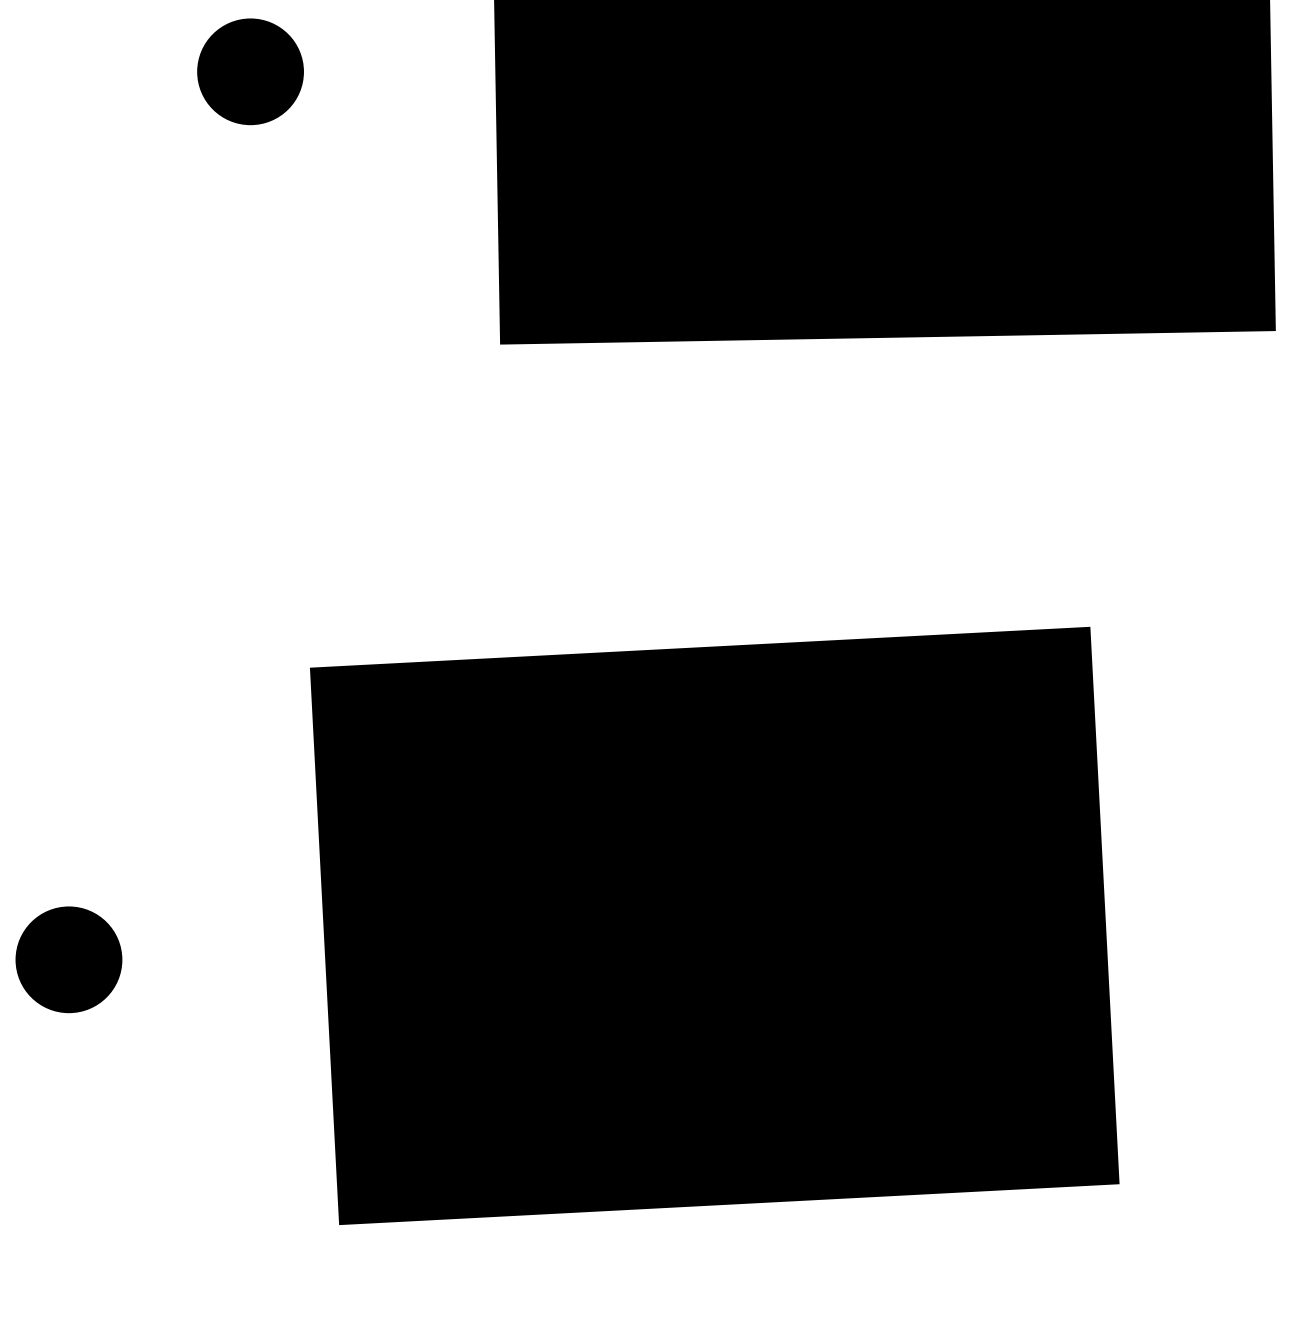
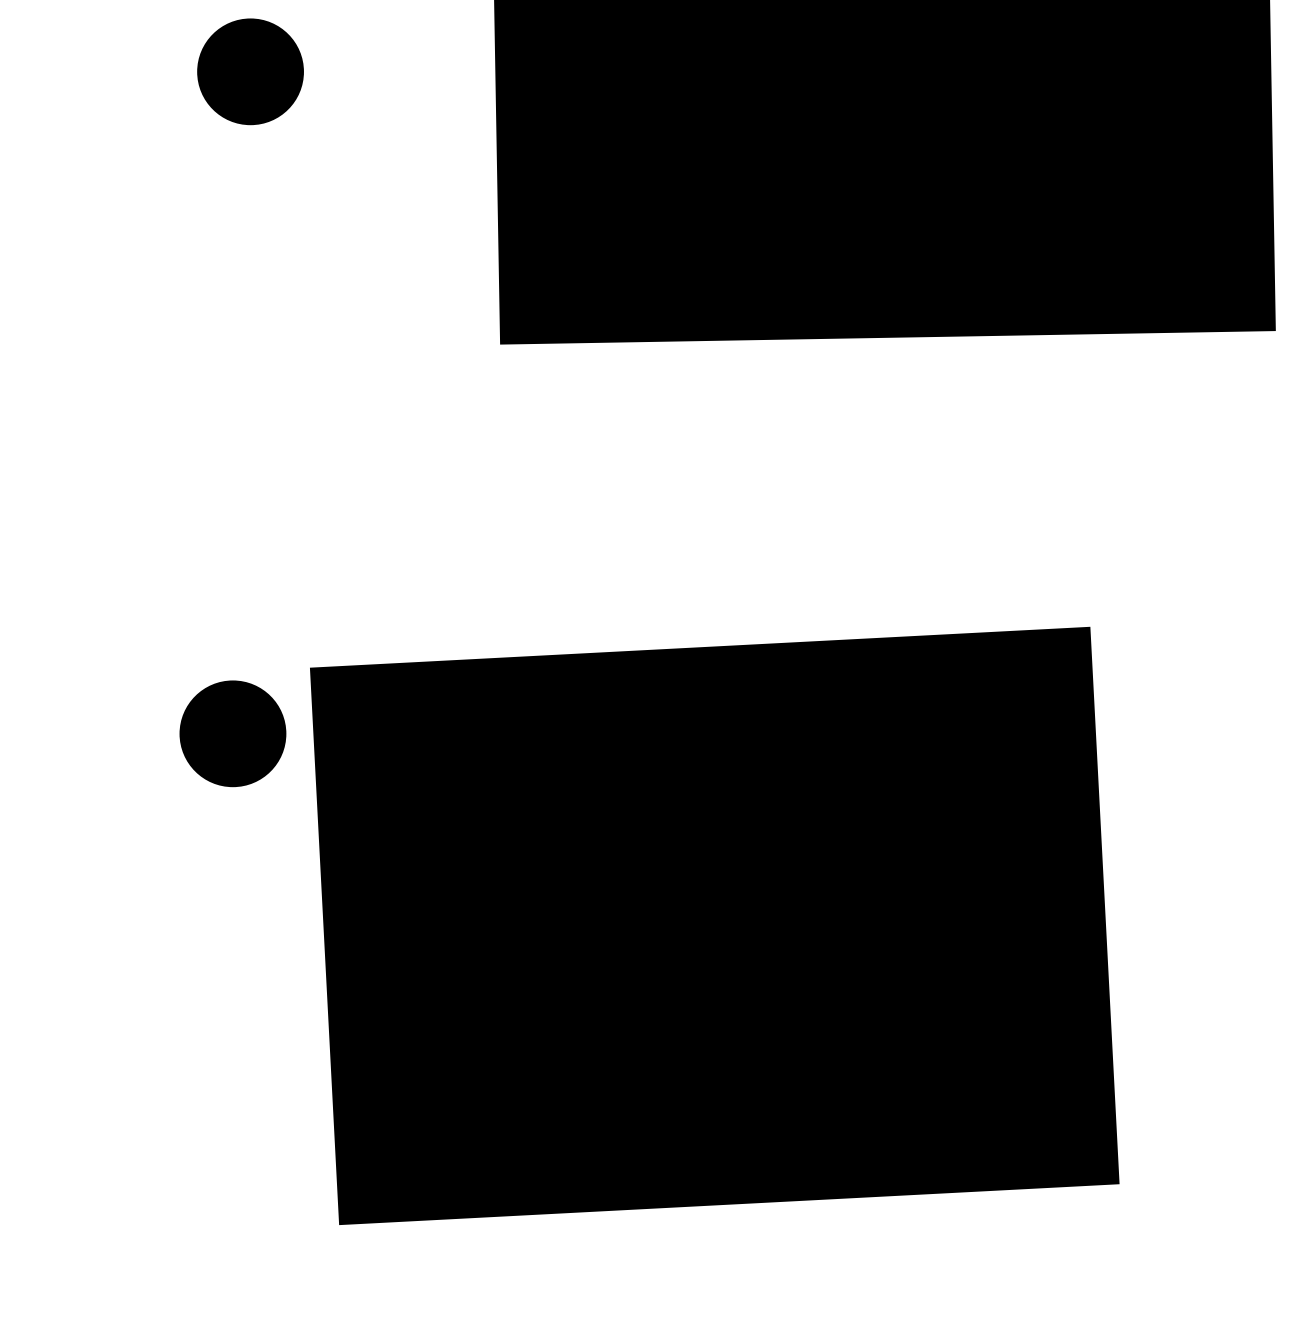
part at (68, 959) position: (68, 959) -> (232, 733)
